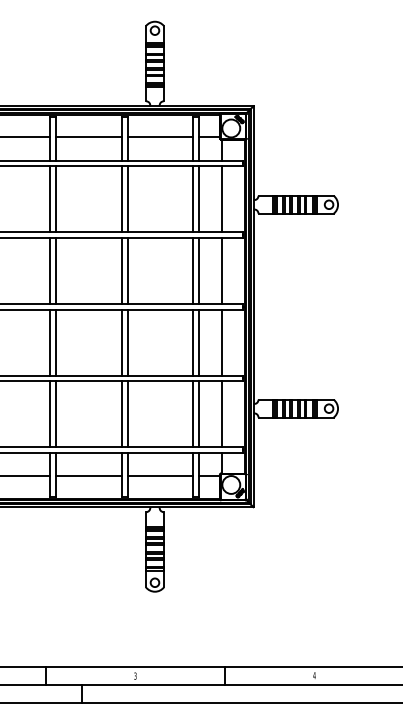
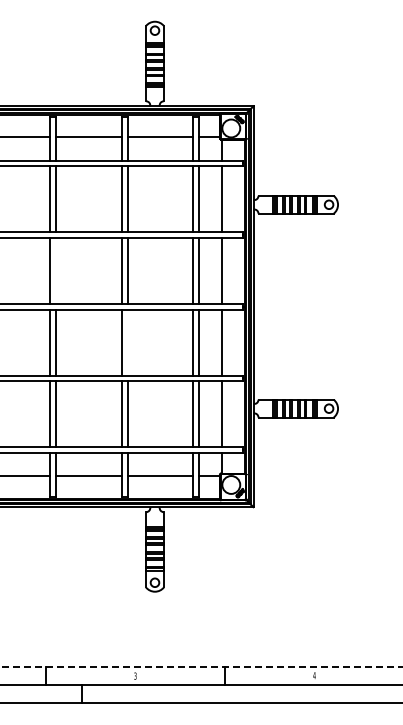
line at (55, 270): present -> none
line at (127, 342): present -> none
line at (201, 667): solid -> dashed
